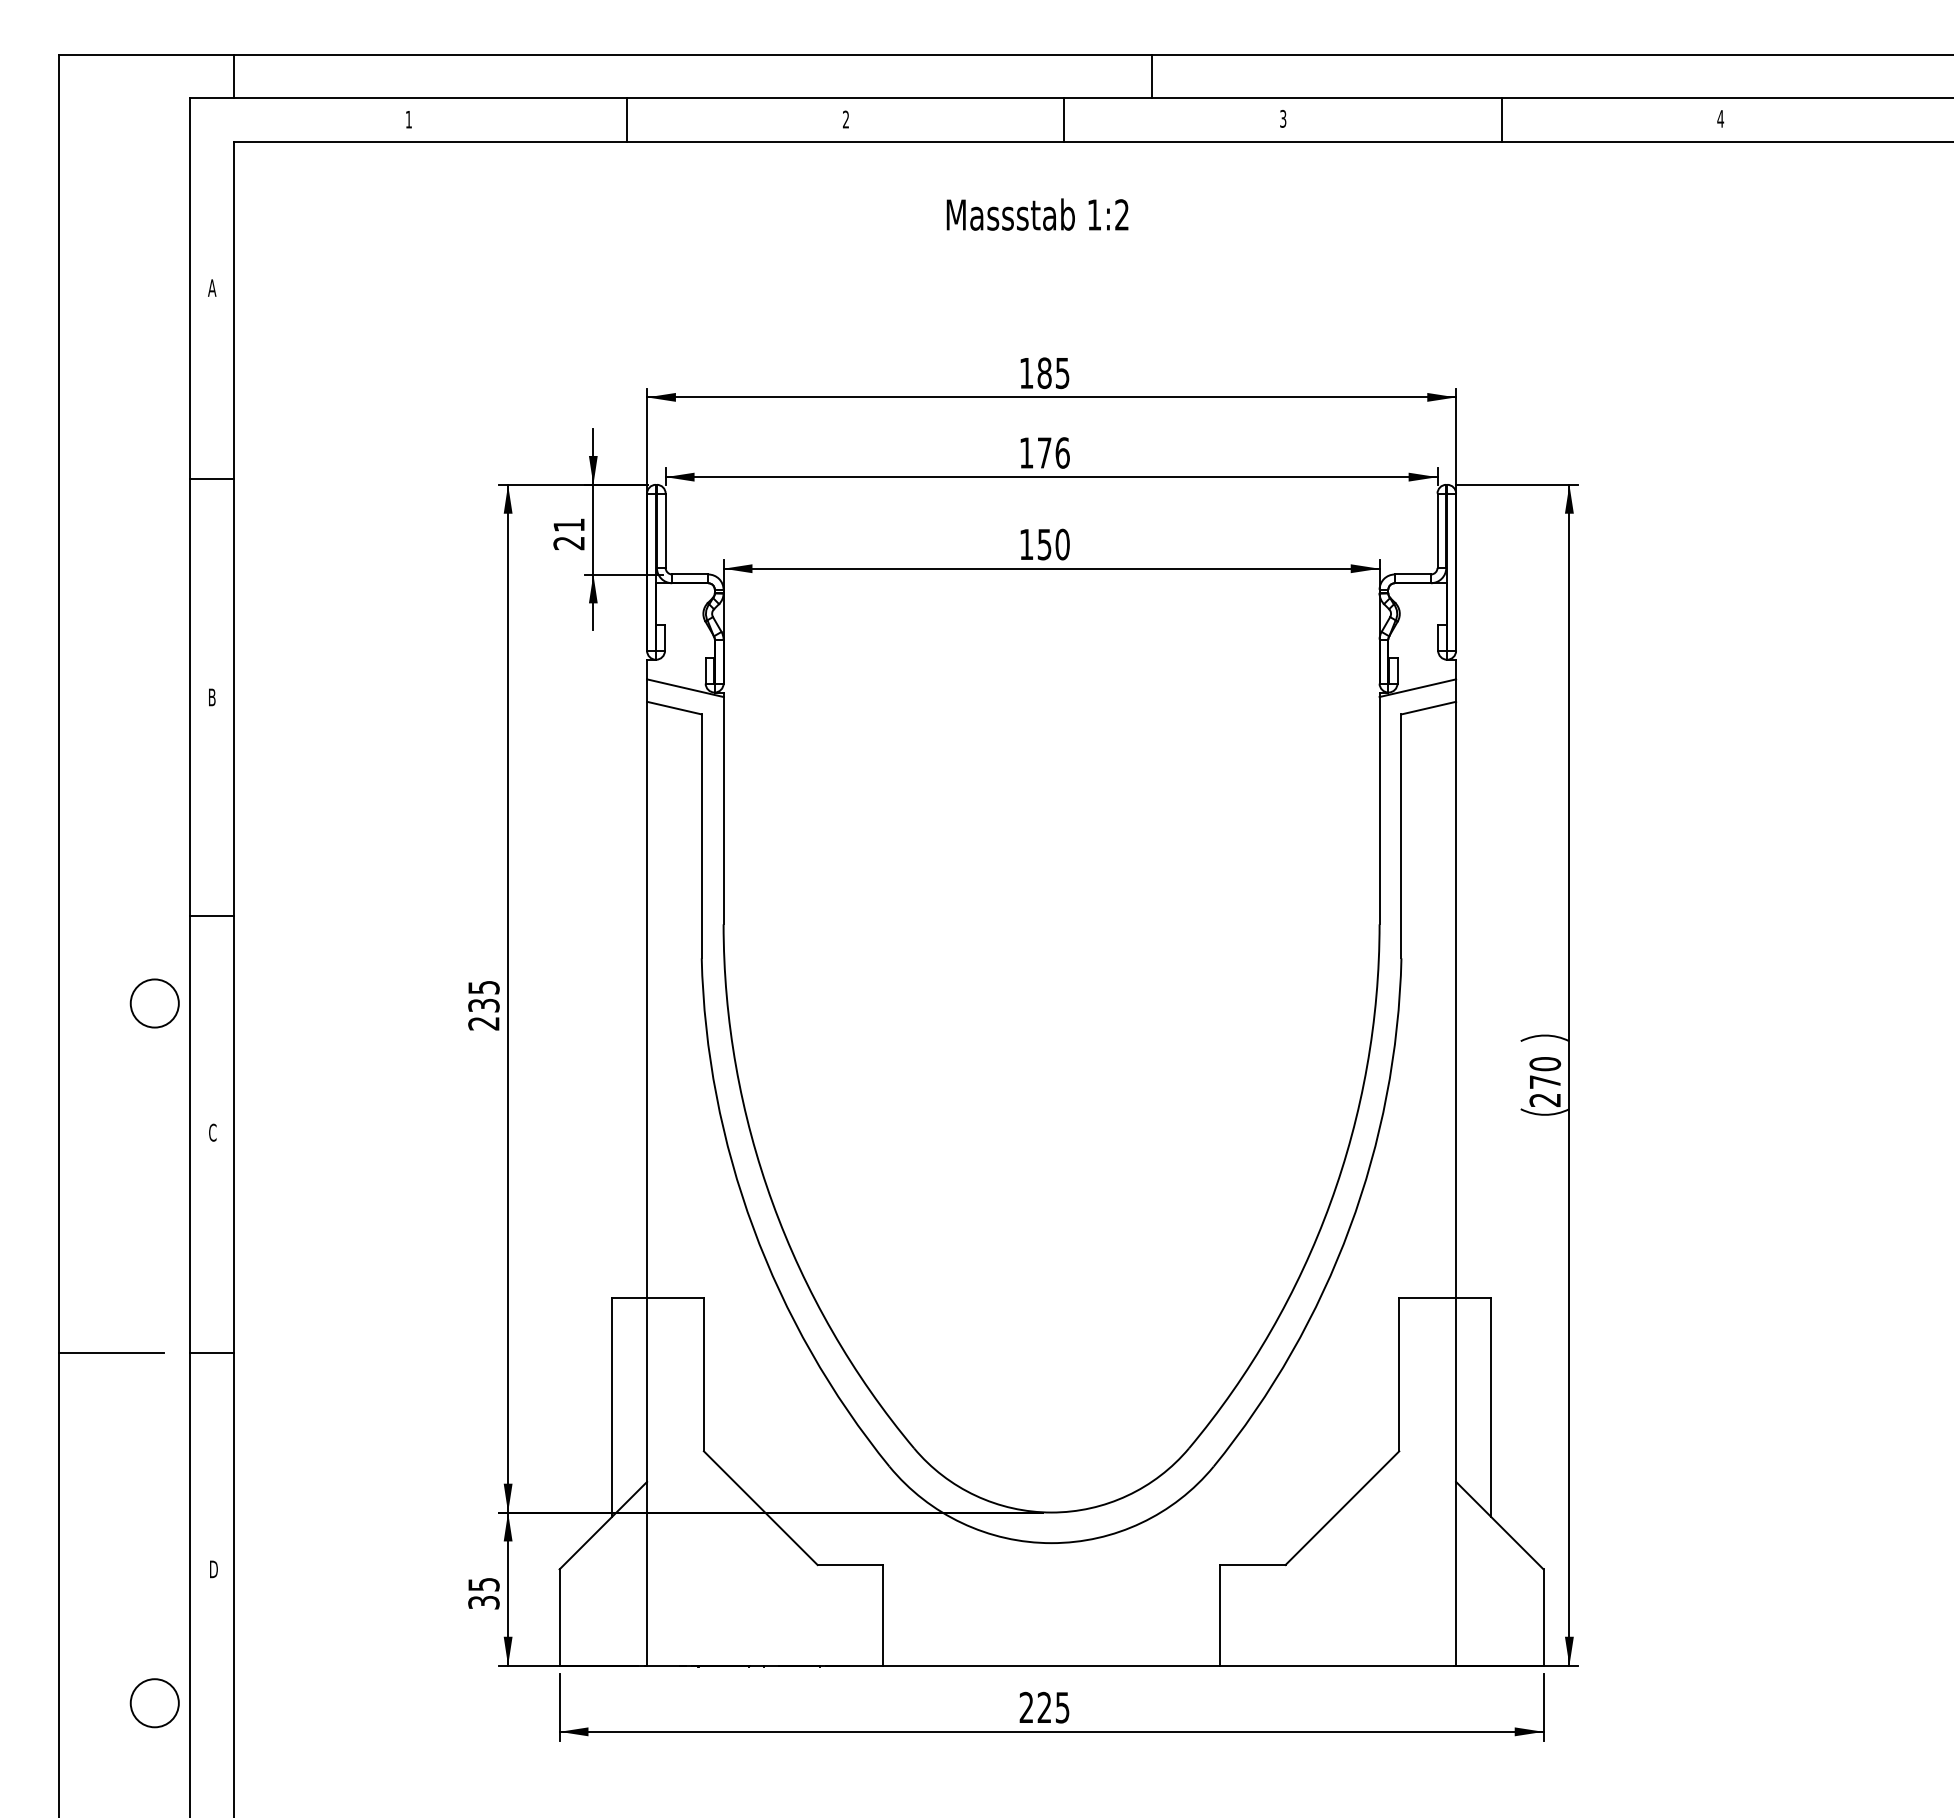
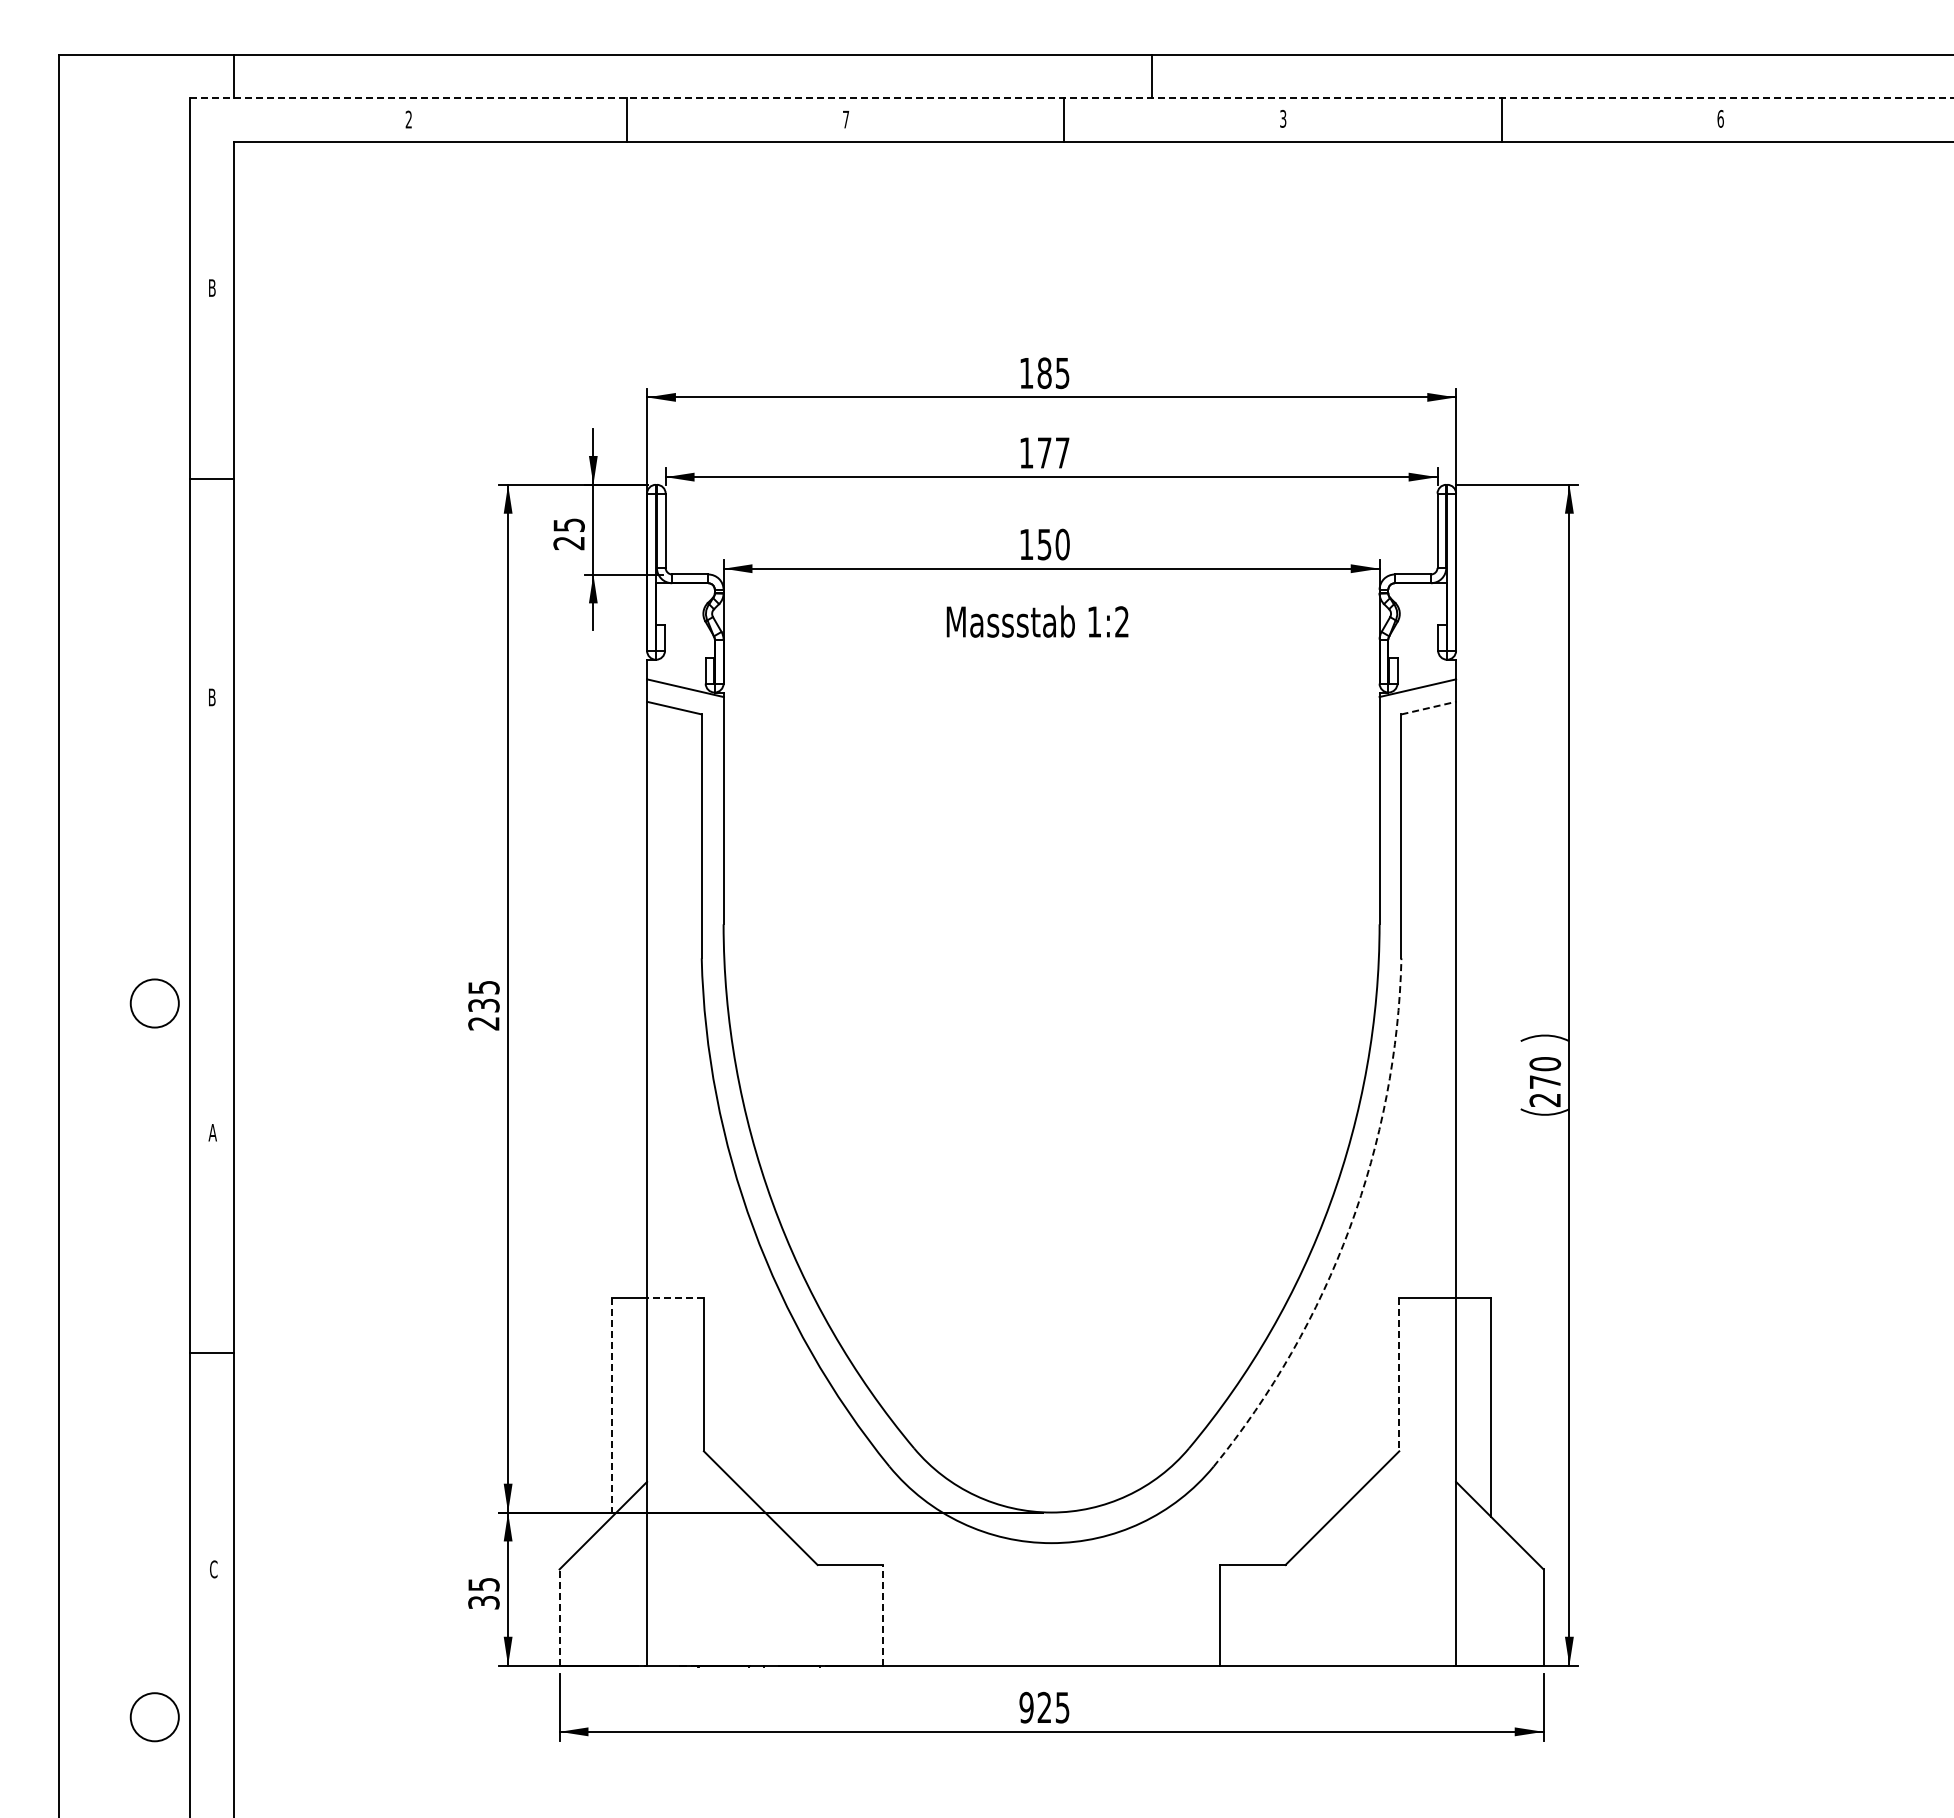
line at (1071, 98): solid -> dashed
text at (1720, 118): 4 -> 6
text at (408, 119): 1 -> 2
text at (845, 119): 2 -> 7
text at (1037, 214) position: (1037, 214) -> (1037, 621)
text at (212, 287): A -> B
text at (1062, 452): 176 -> 177
text at (568, 524): 21 -> 25
line at (1429, 708): solid -> dashed
line at (211, 916): present -> none
text at (212, 1132): C -> A
arc at (1349, 1228): solid -> dashed
line at (675, 1298): solid -> dashed
line at (110, 1353): present -> none
line at (1399, 1374): solid -> dashed
line at (612, 1408): solid -> dashed
text at (213, 1569): D -> C
line at (883, 1614): solid -> dashed
line at (559, 1617): solid -> dashed
circle at (154, 1703) position: (154, 1703) -> (154, 1717)
text at (1026, 1707): 225 -> 925
